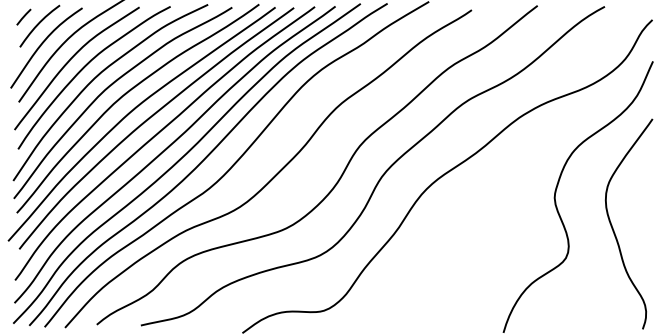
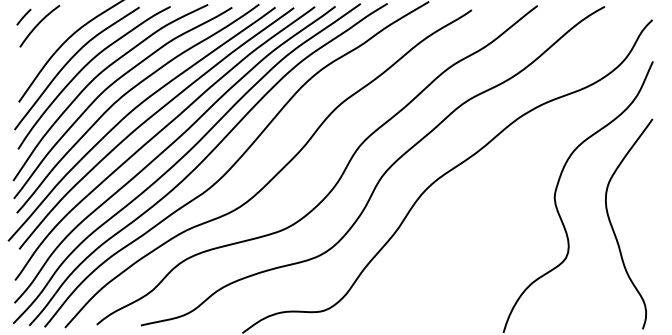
curve at (43, 43): present -> none
